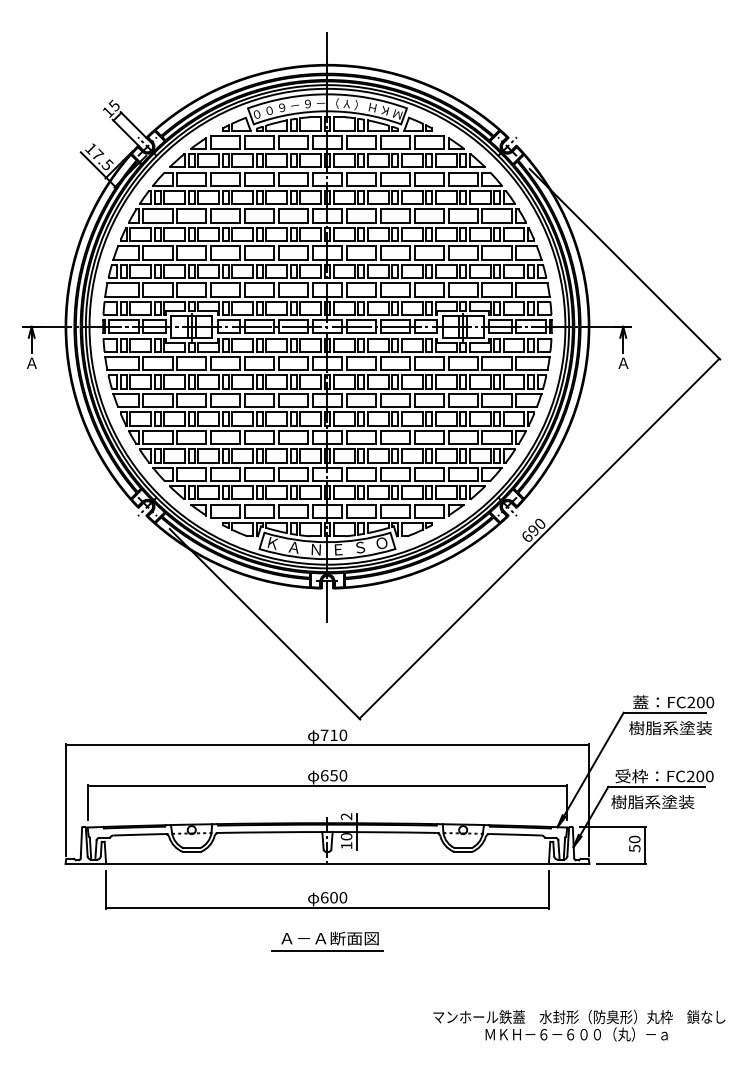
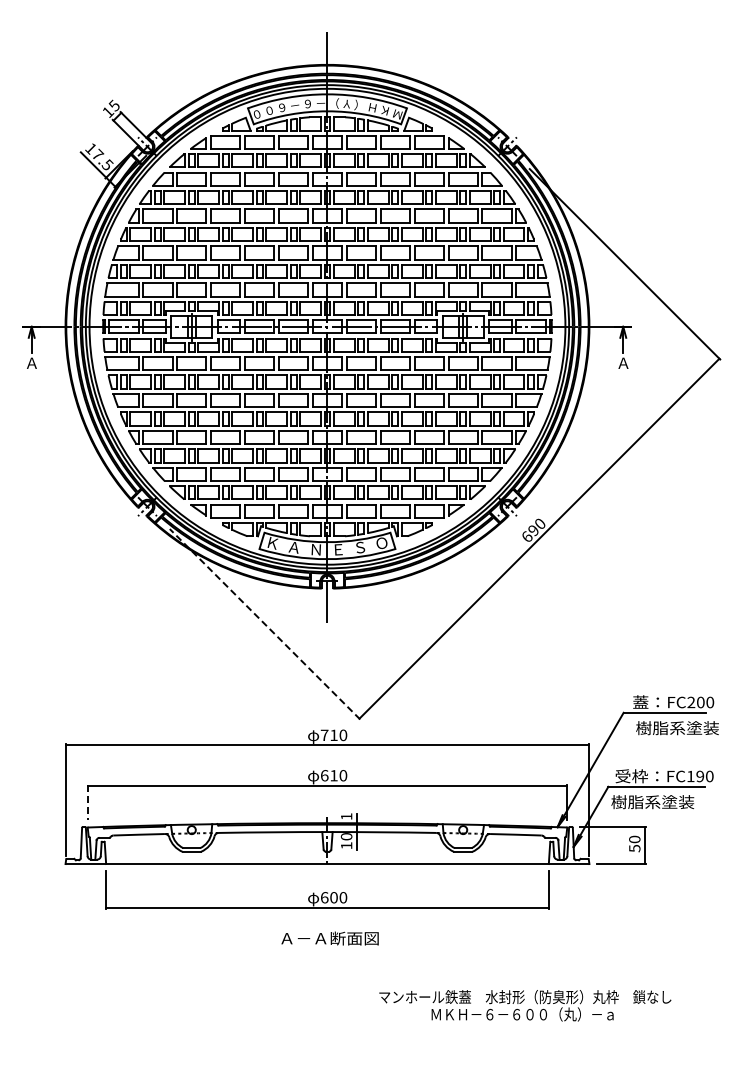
line at (265, 624): solid -> dashed
text at (670, 728) position: (670, 728) -> (677, 728)
text at (333, 775): 650 -> 610
text at (695, 776): FC200 -> FC190
line at (87, 802): solid -> dashed
text at (346, 816): 2 -> 1
line at (327, 951): present -> none
text at (579, 1025) position: (579, 1025) -> (525, 1005)
